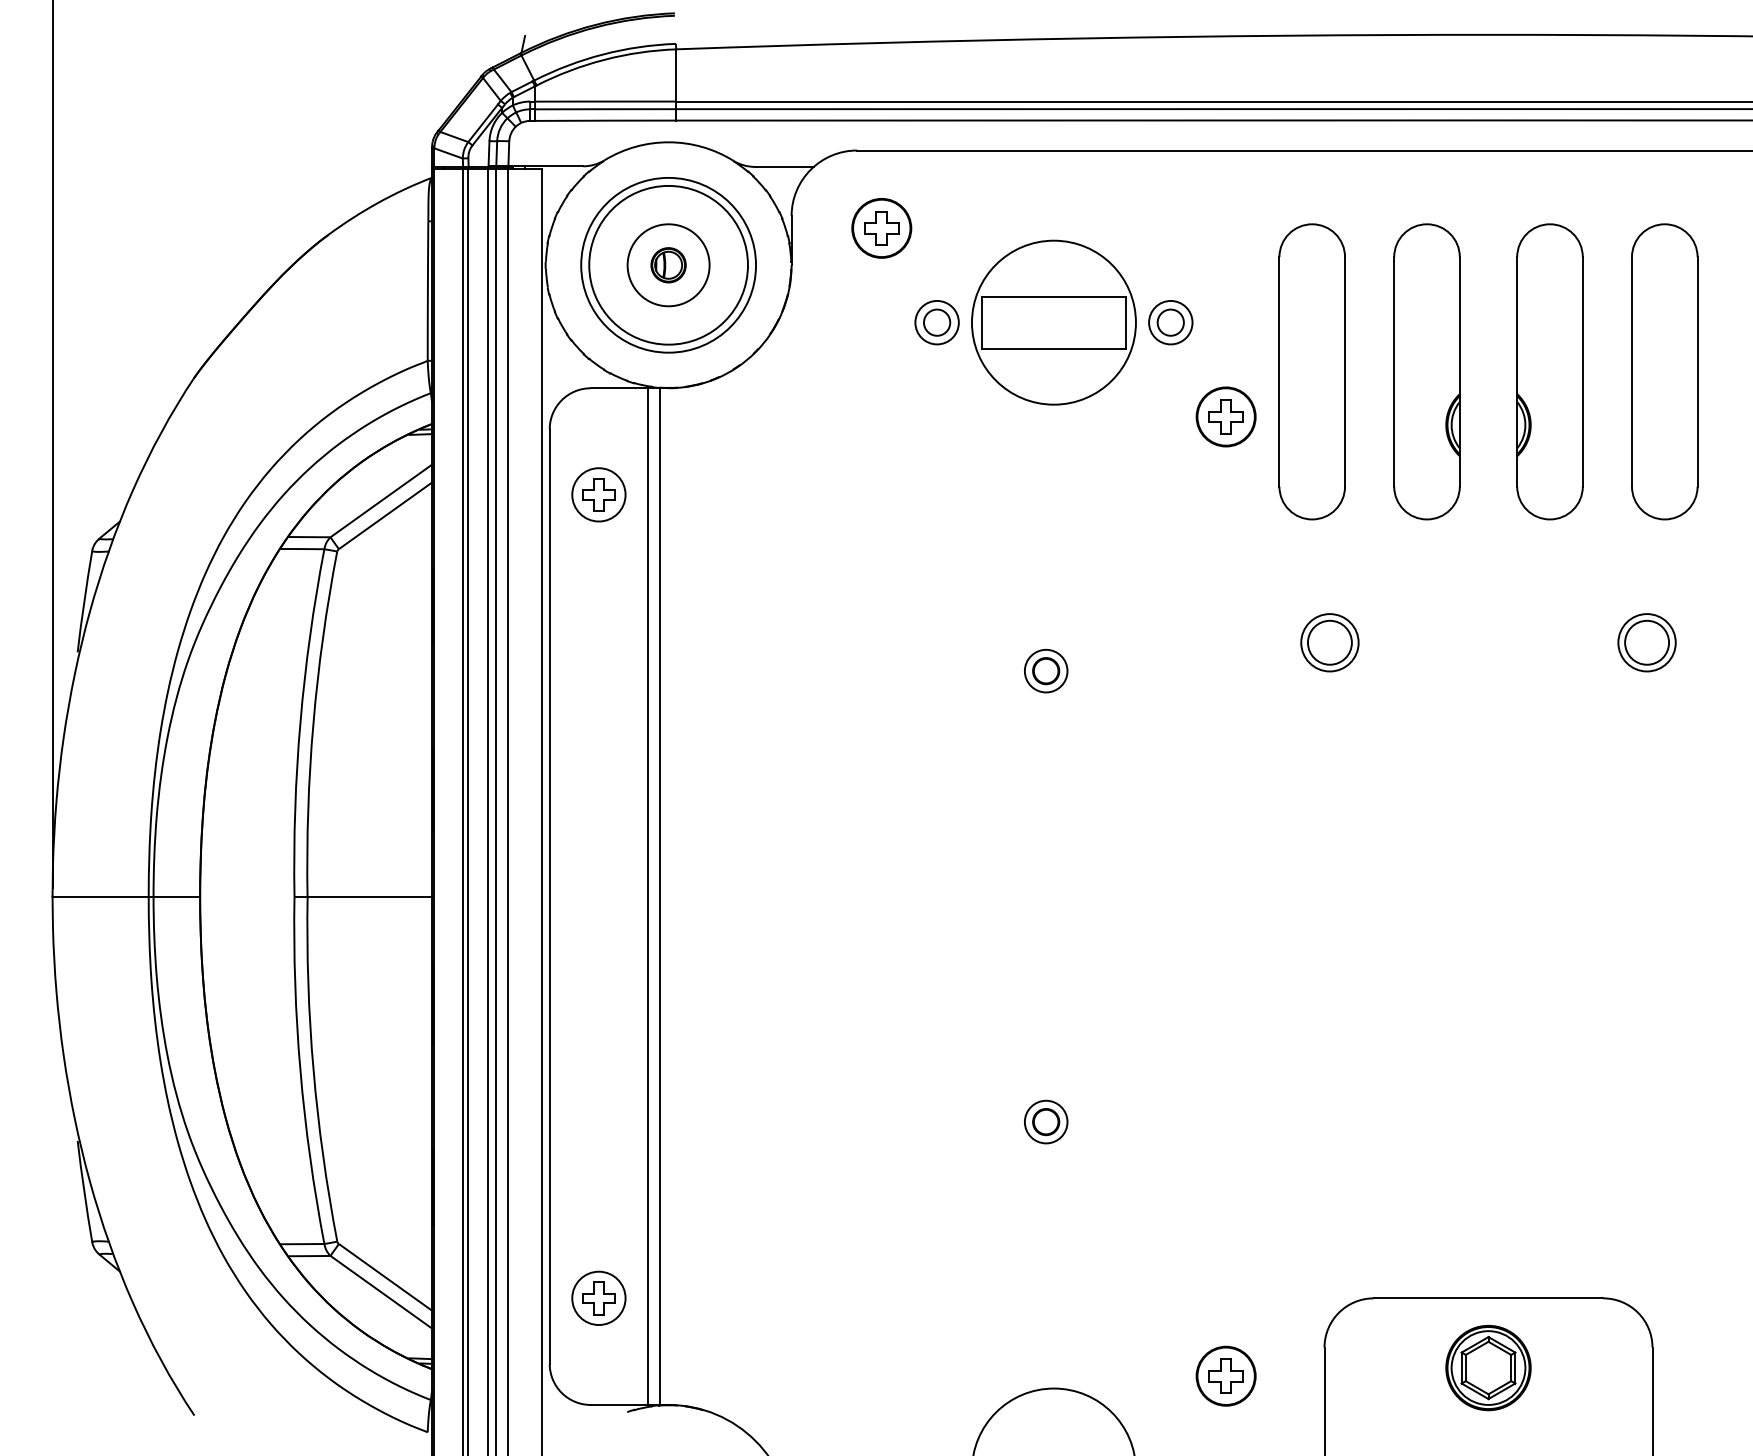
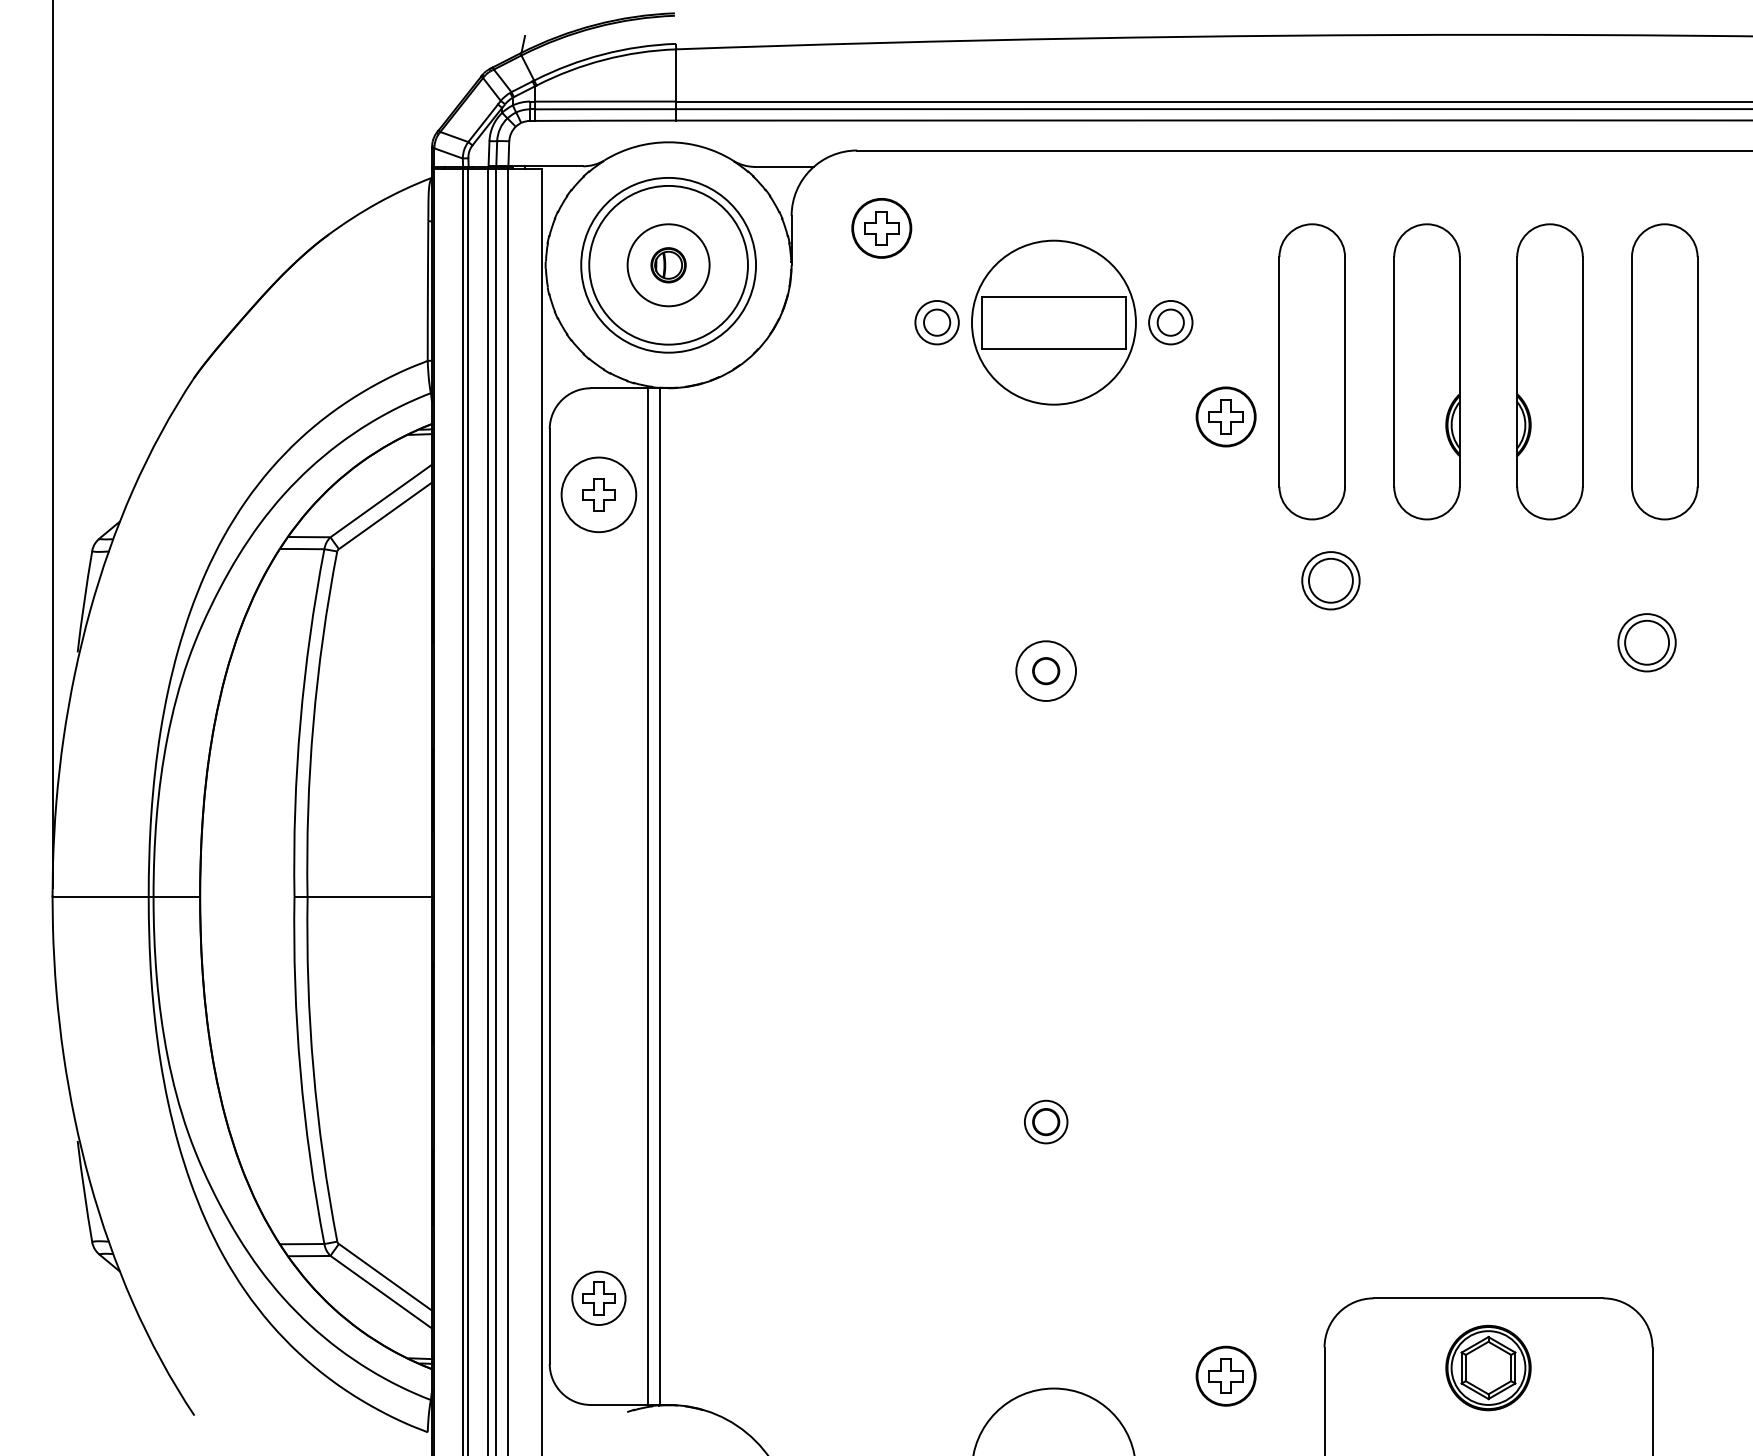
circle at (598, 494) diameter: 53 px -> 75 px
part at (1329, 642) position: (1329, 642) -> (1330, 580)
circle at (1045, 670) diameter: 43 px -> 60 px
